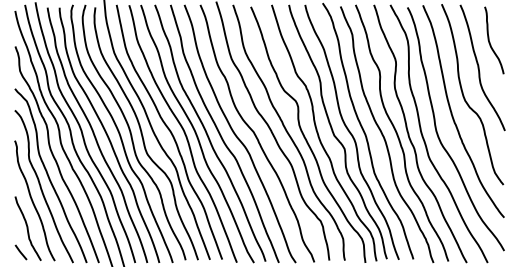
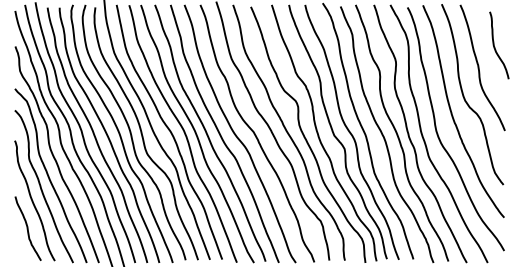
curve at (490, 42) position: (490, 42) -> (495, 47)
line at (20, 252): present -> none
